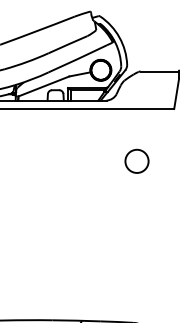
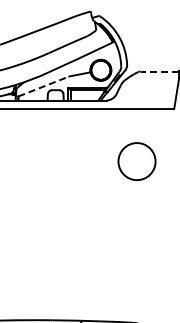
line at (159, 71): solid -> dashed
line at (44, 86): solid -> dashed
circle at (136, 160) size: 26x26 px -> 40x39 px
